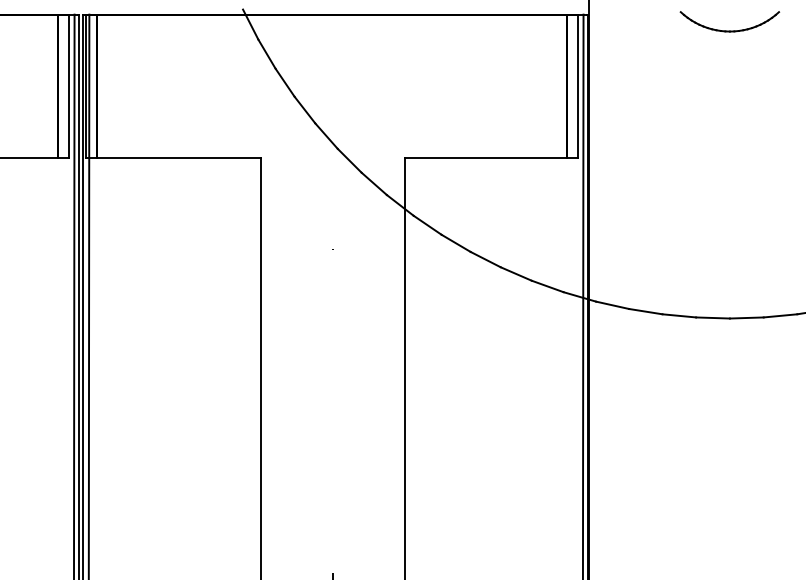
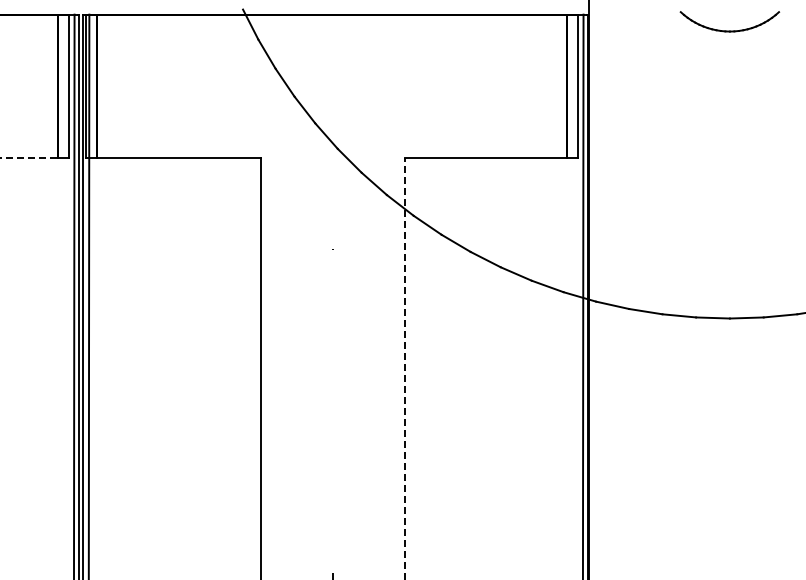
line at (29, 158): solid -> dashed
line at (404, 368): solid -> dashed
